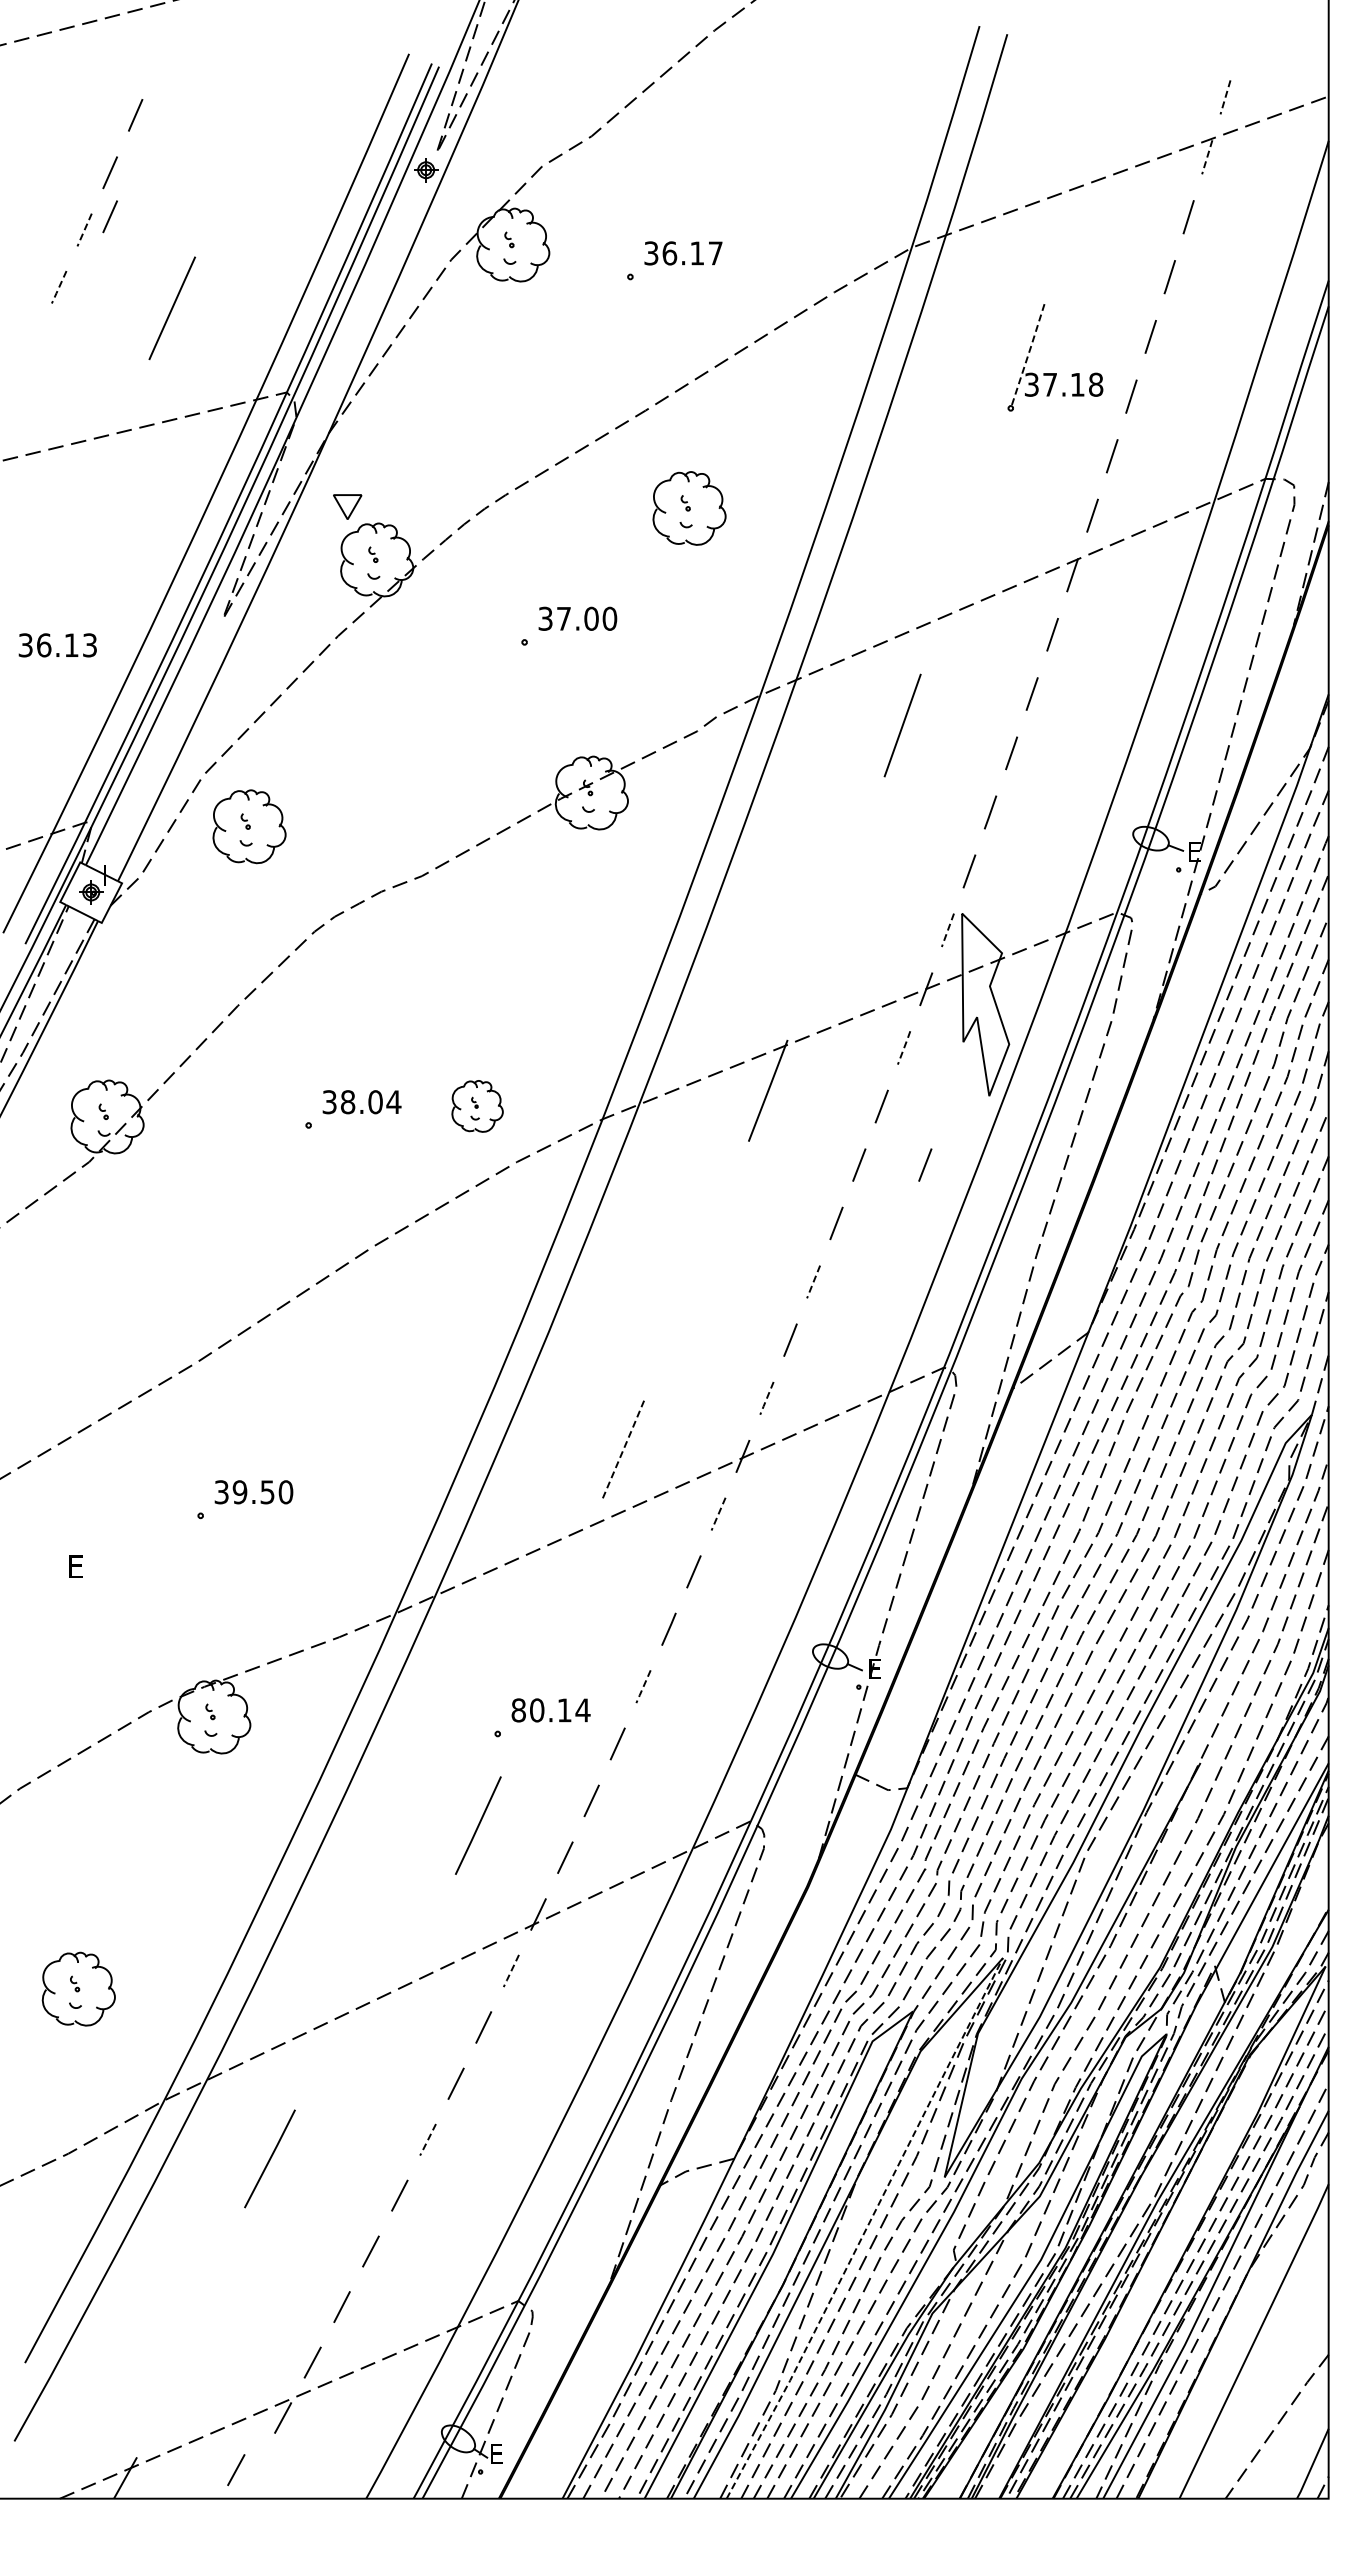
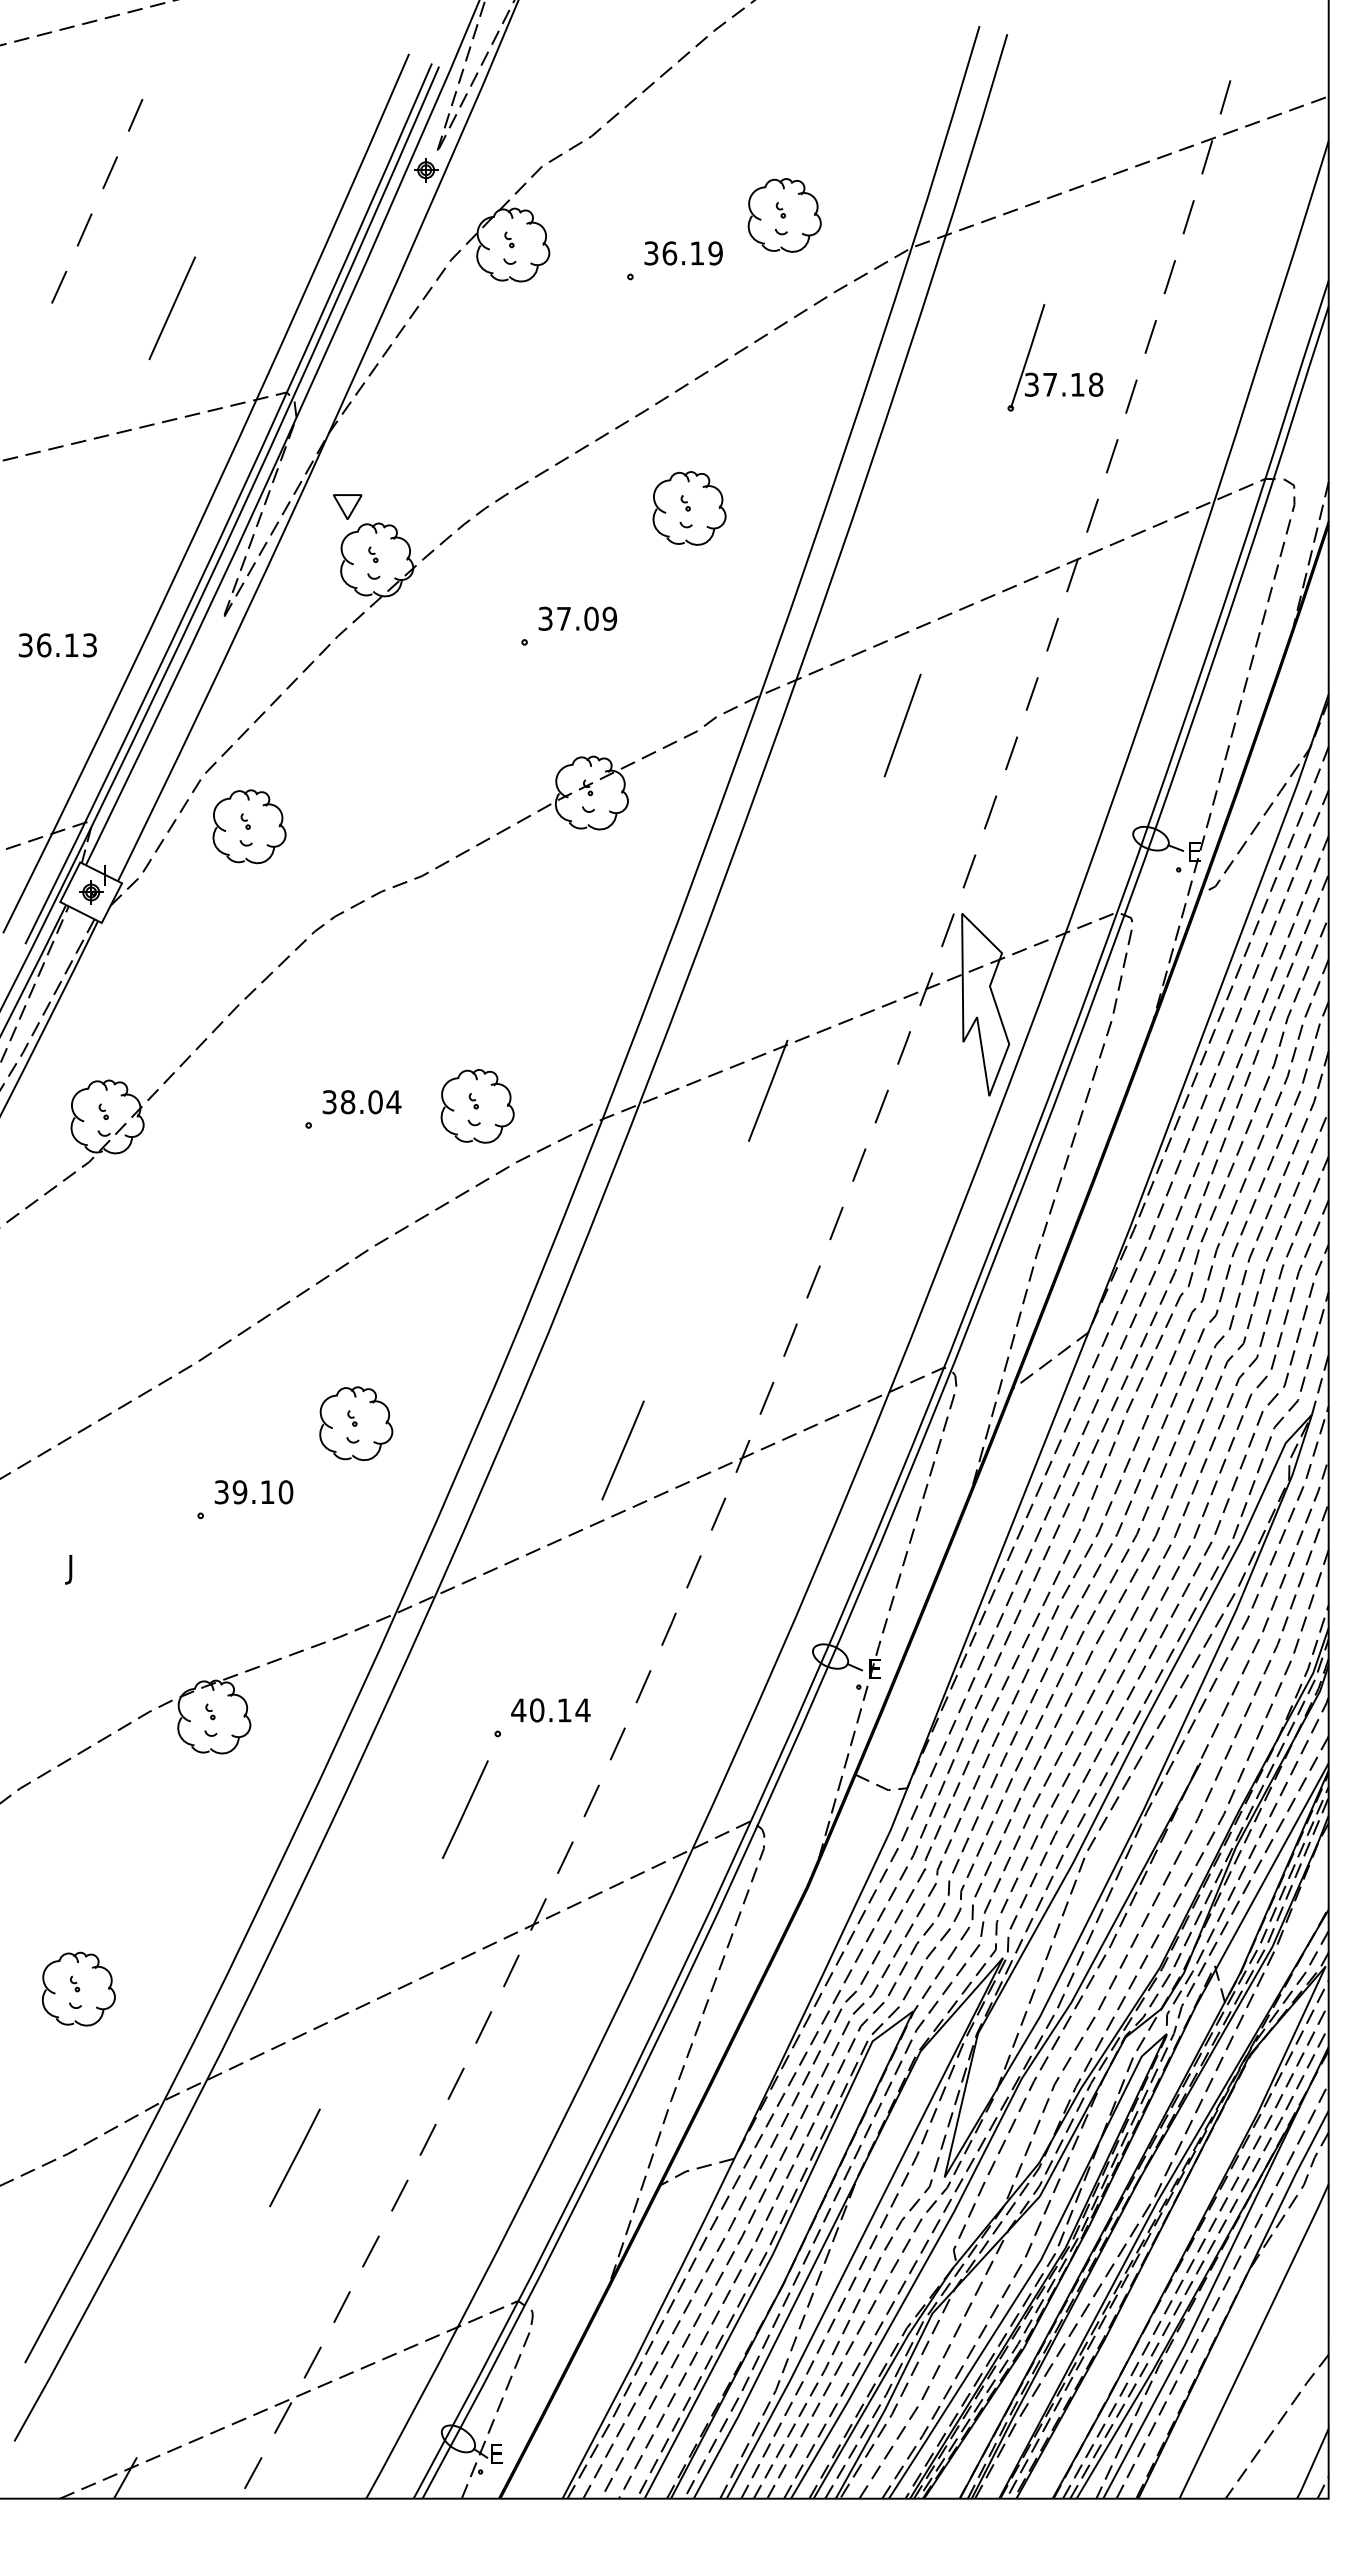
line at (1225, 97): dashed -> solid
line at (1207, 157): dashed -> solid
part at (784, 215): none -> present
line at (109, 216): present -> none
line at (84, 230): dashed -> solid
text at (715, 253): 36.17 -> 36.19
line at (58, 287): dashed -> solid
line at (1028, 355): dashed -> solid
text at (609, 618): 37.00 -> 37.09
line at (947, 930): dashed -> solid
line at (904, 1047): dashed -> solid
part at (477, 1106) size: 53x53 px -> 75x75 px
line at (925, 1164): present -> none
line at (813, 1281): dashed -> solid
line at (766, 1399): dashed -> solid
part at (356, 1423): none -> present
line at (623, 1449): dashed -> solid
text at (267, 1492): 39.50 -> 39.10
line at (718, 1514): dashed -> solid
text at (73, 1569): E -> J
line at (643, 1687): dashed -> solid
text at (518, 1710): 80.14 -> 40.14
line at (478, 1825) position: (478, 1825) -> (465, 1809)
line at (511, 1971): dashed -> solid
line at (427, 2140): dashed -> solid
line at (269, 2158) position: (269, 2158) -> (294, 2157)
line at (866, 2229): dashed -> solid
line at (236, 2470) position: (236, 2470) -> (253, 2473)
